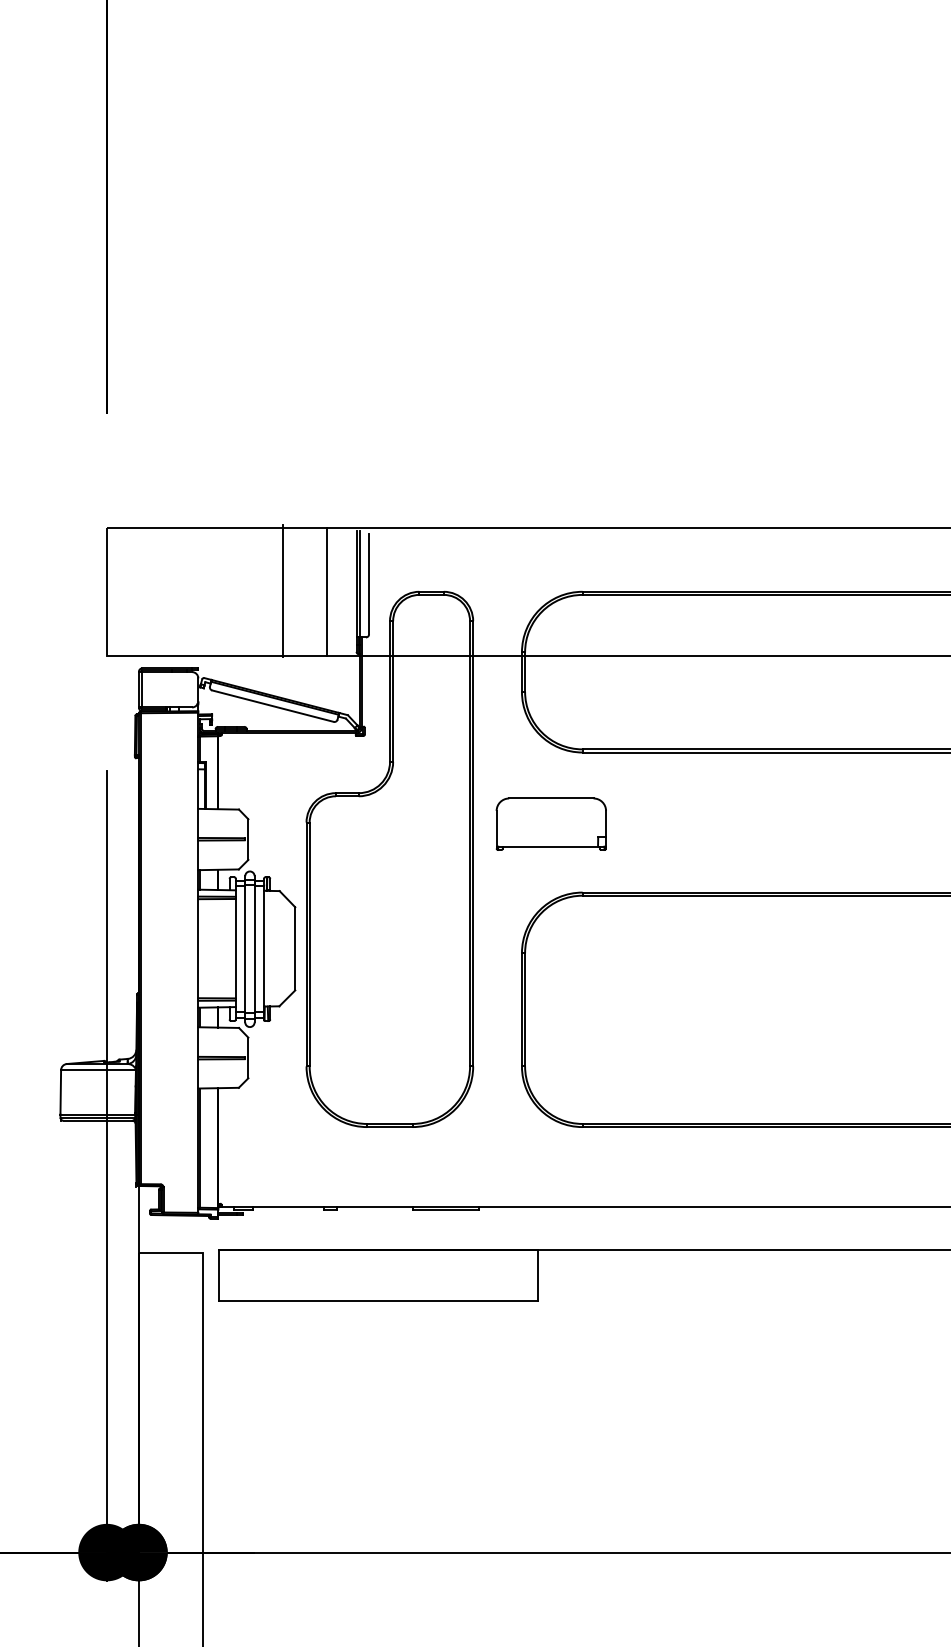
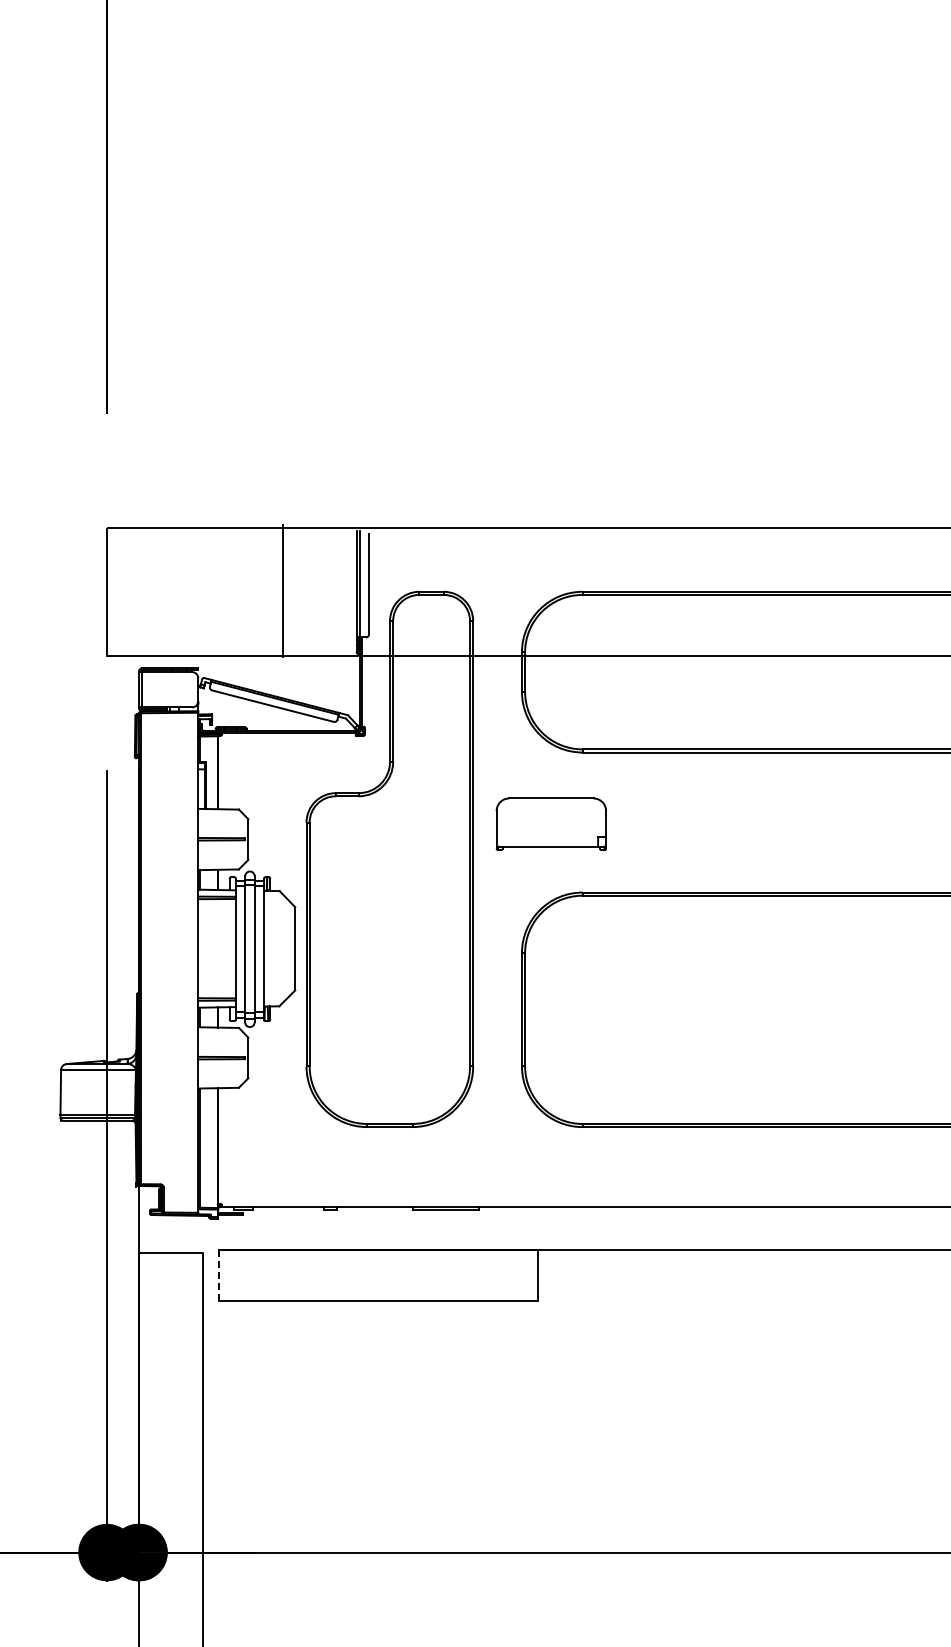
line at (327, 591): present -> none
line at (218, 1275): solid -> dashed
